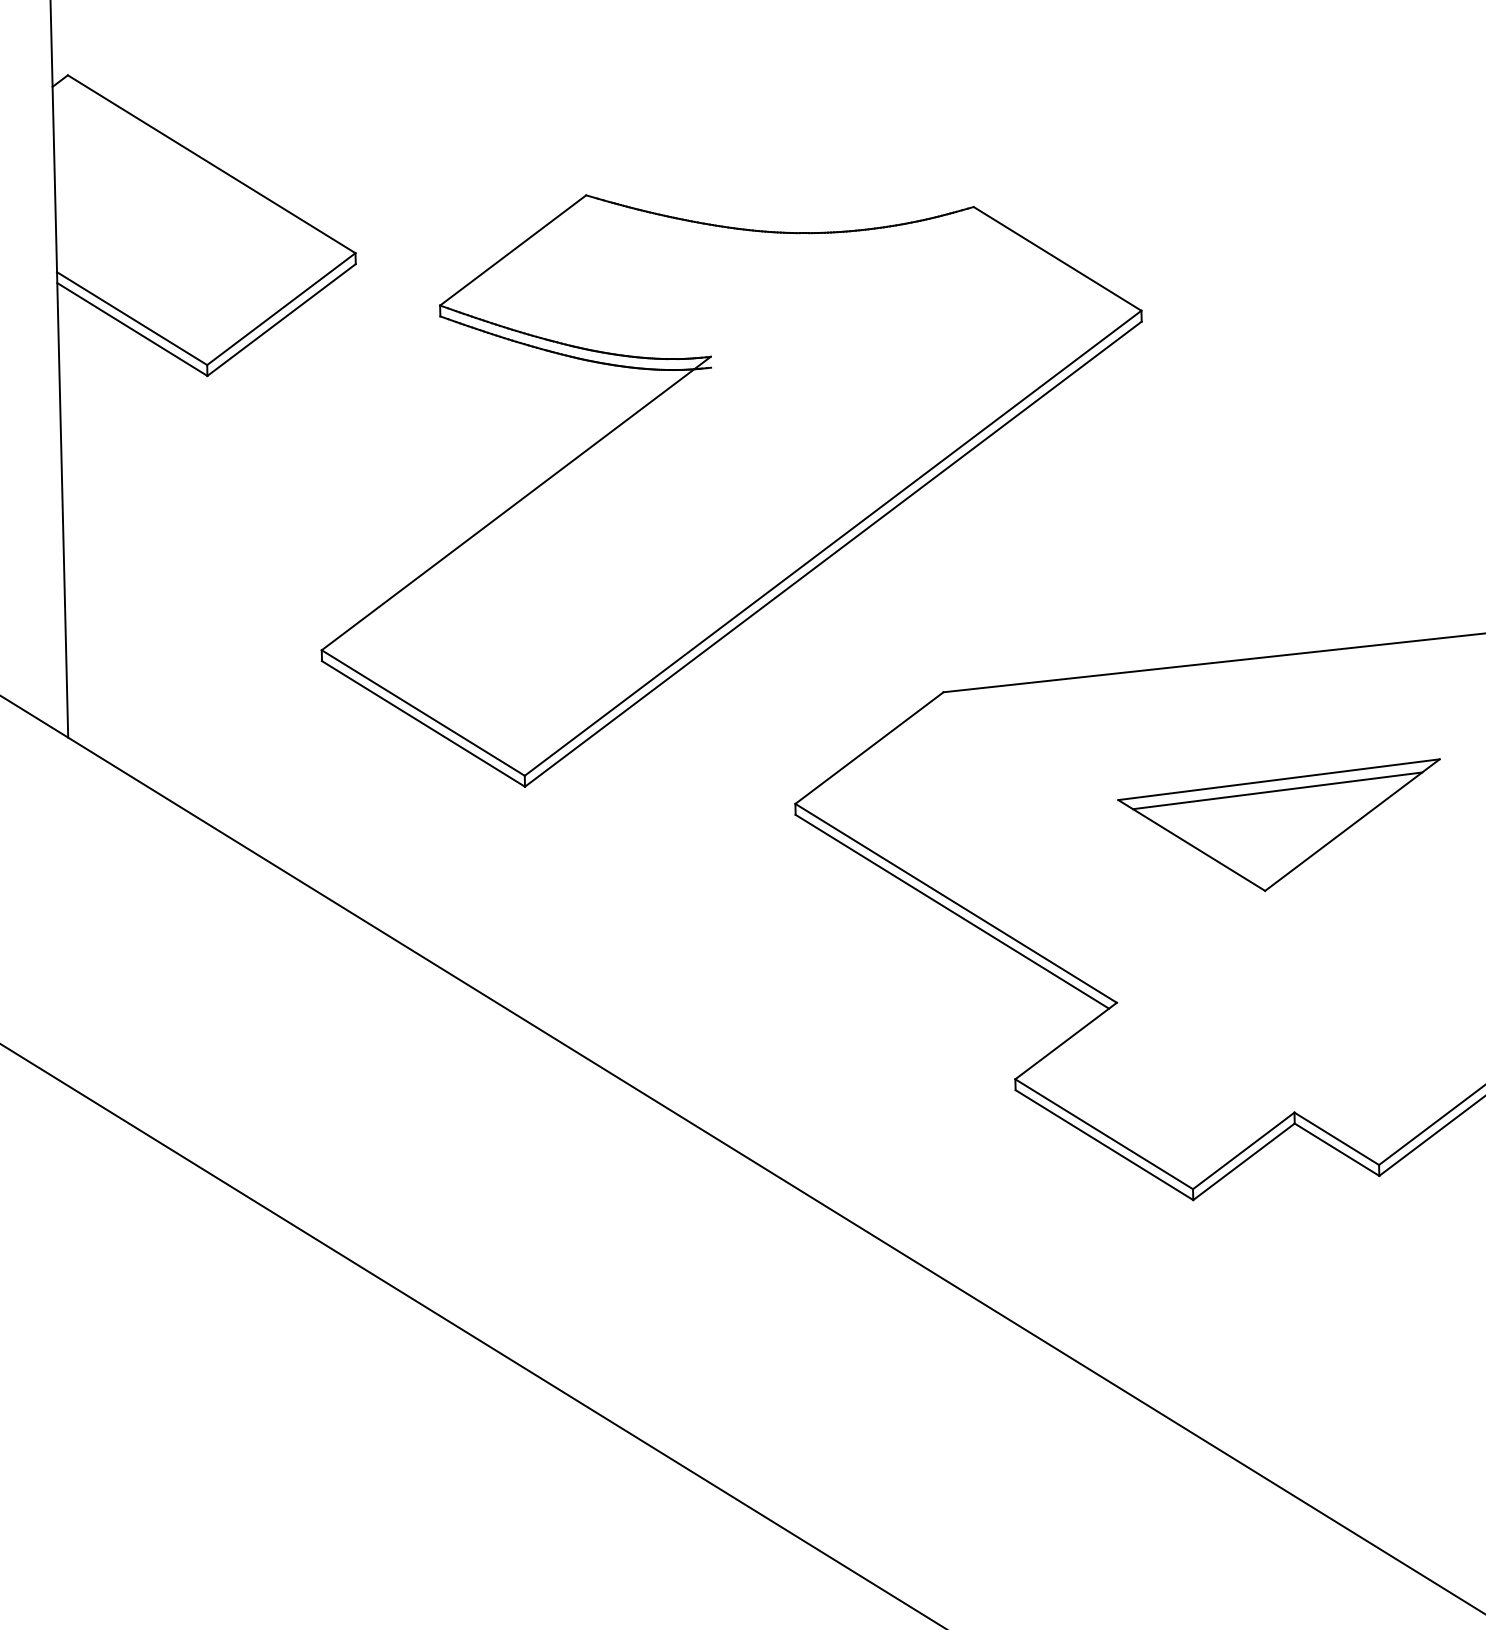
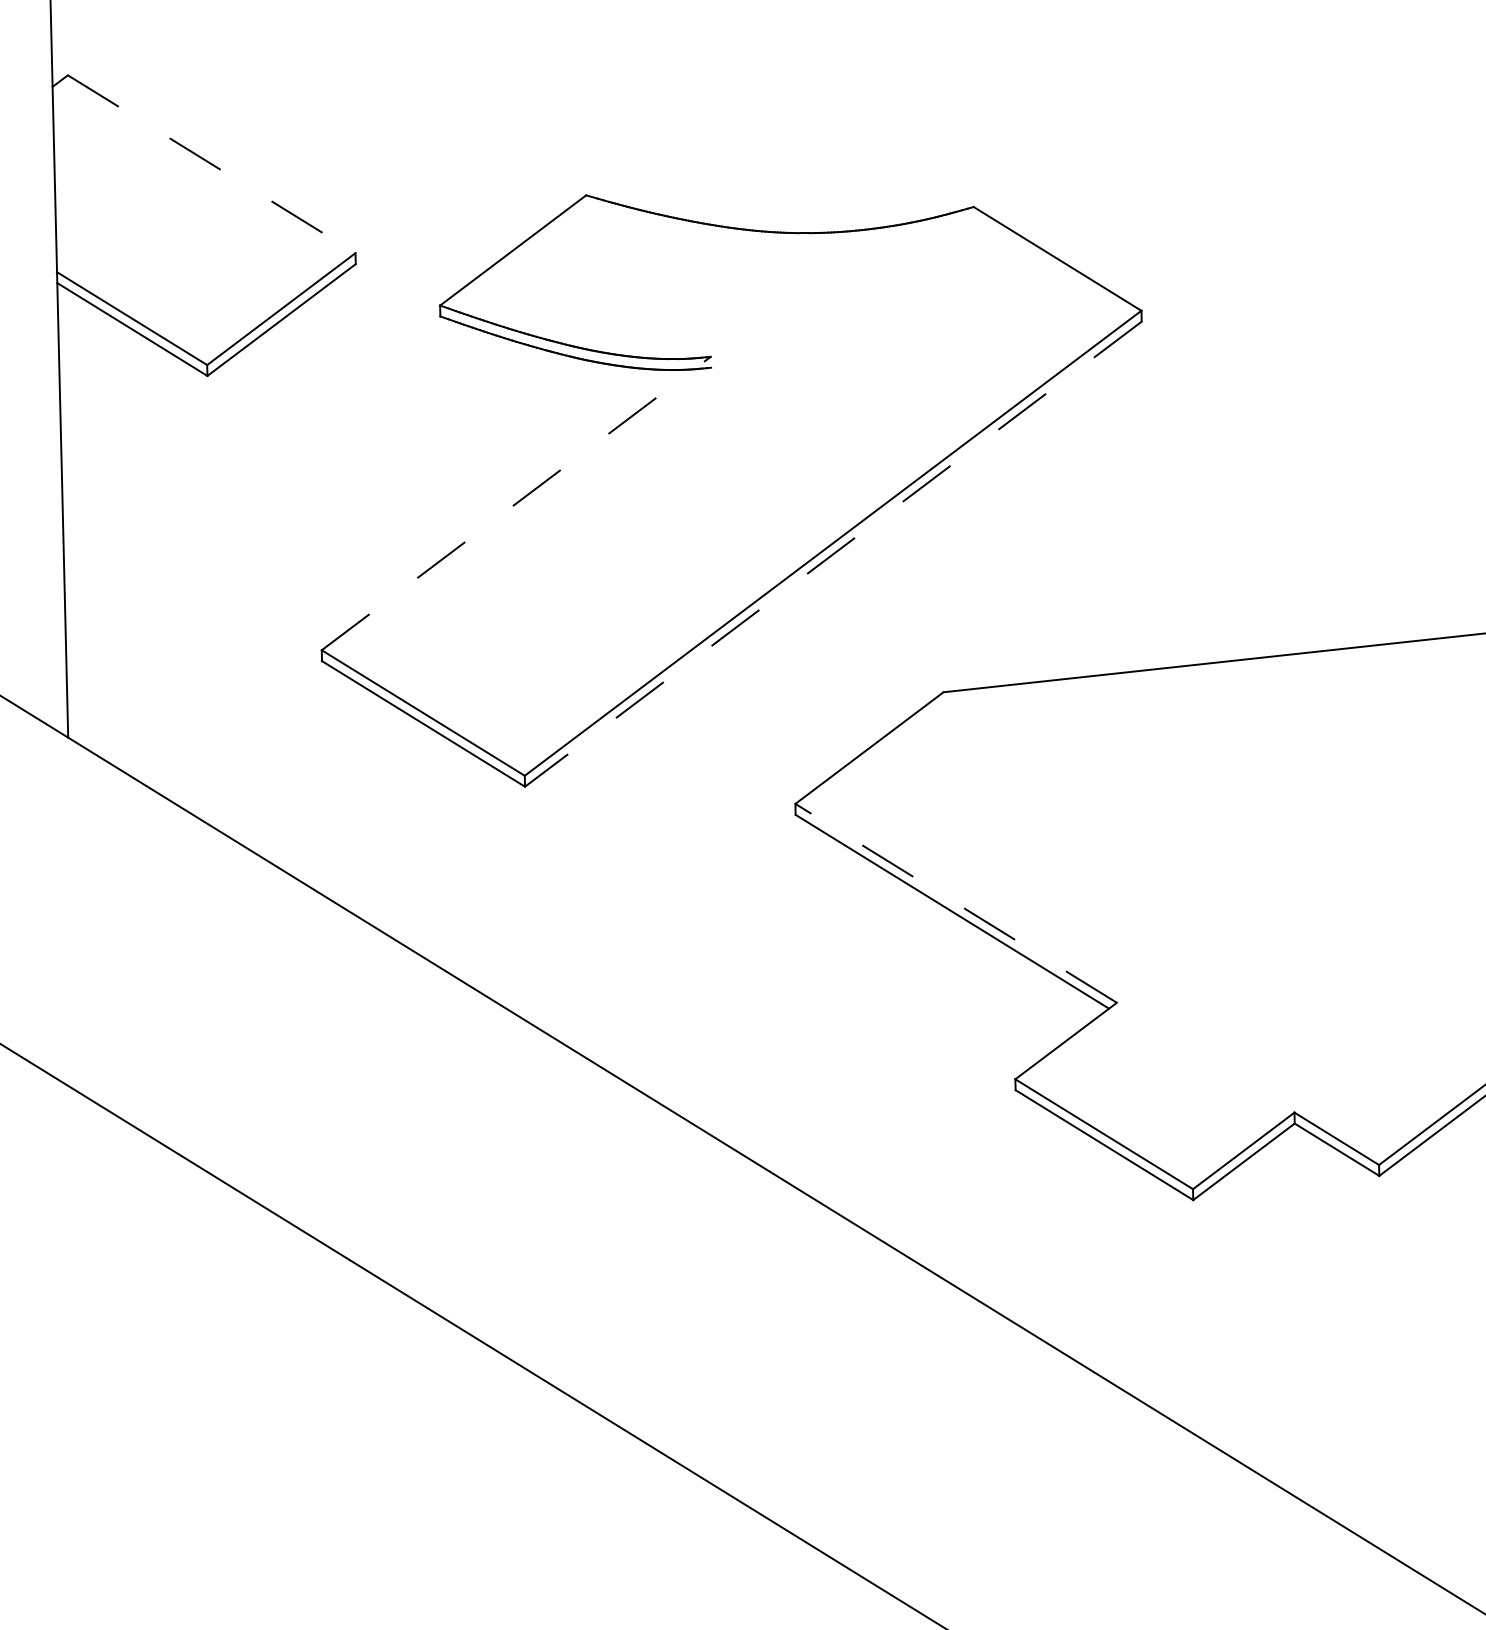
line at (212, 164): solid -> dashed
line at (516, 503): solid -> dashed
line at (832, 554): solid -> dashed
part at (1278, 824): present -> none
line at (956, 903): solid -> dashed
